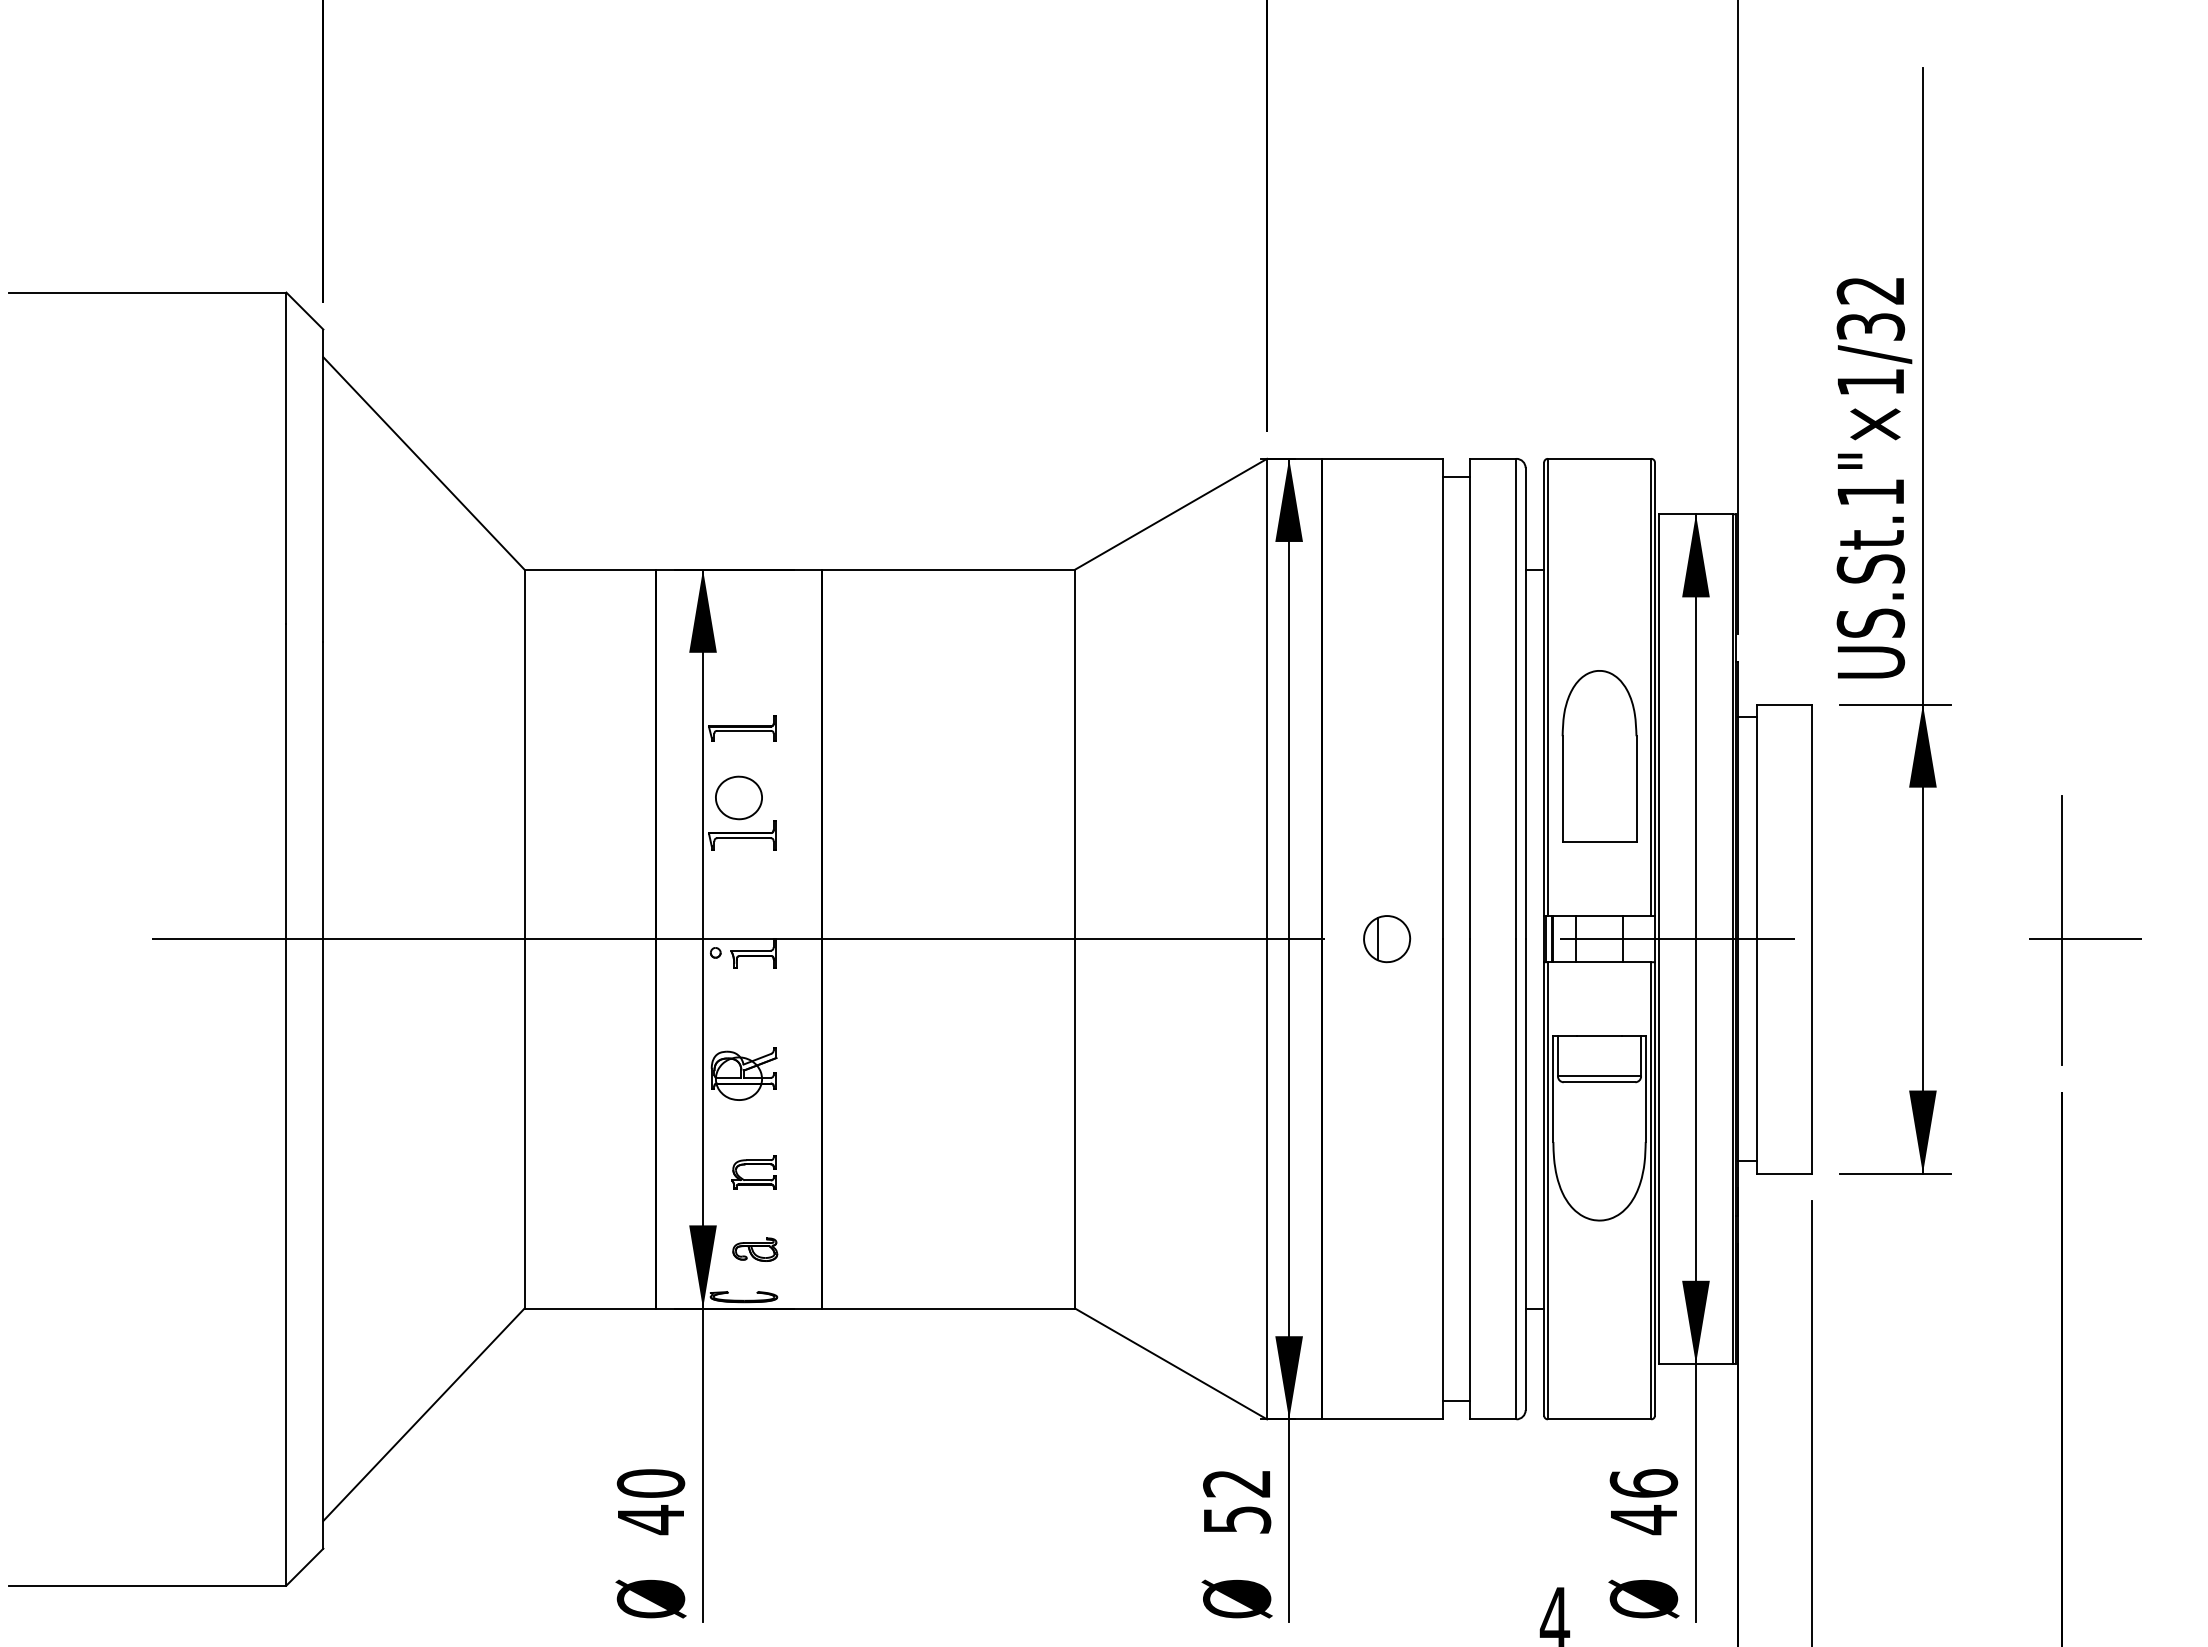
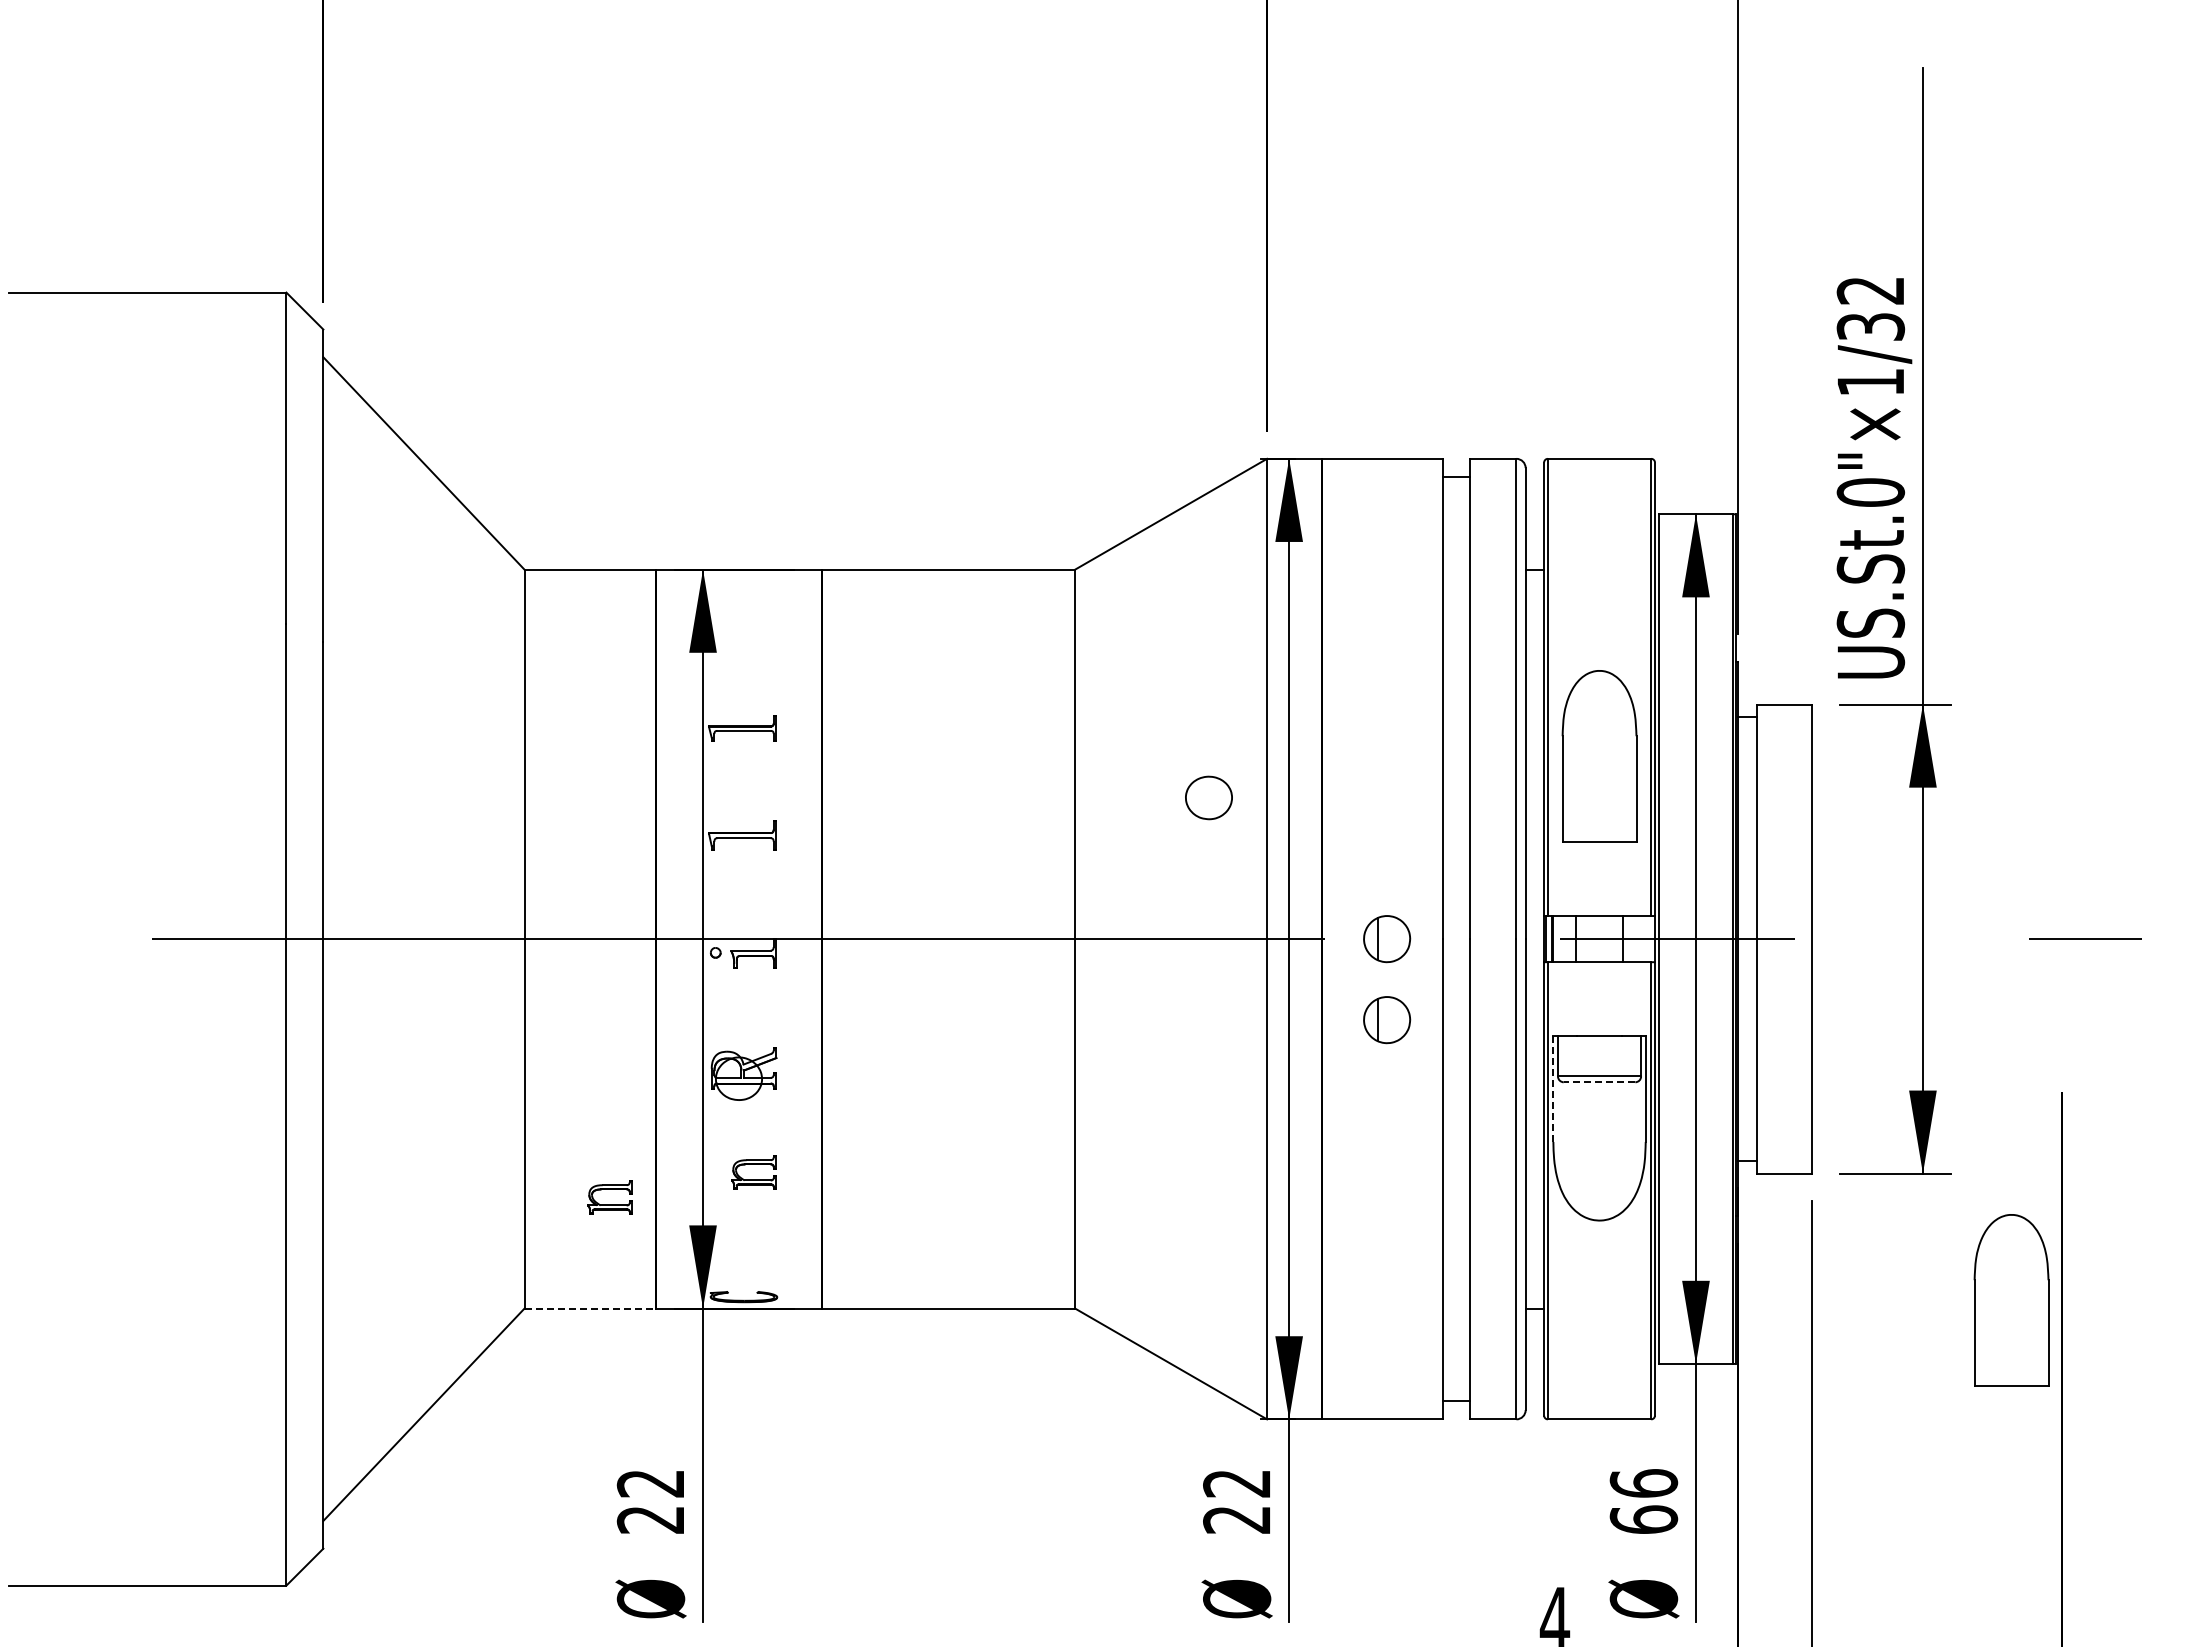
text at (1870, 492): US.St.1"×1/32 -> US.St.0"×1/32
part at (738, 797) position: (738, 797) -> (1208, 797)
line at (2061, 930): present -> none
part at (1387, 1020): none -> present
line at (1599, 1082): solid -> dashed
line at (1553, 1089): solid -> dashed
part at (609, 1204): none -> present
part at (755, 1249): present -> none
part at (2011, 1300): none -> present
line at (590, 1308): solid -> dashed
text at (650, 1502): 40 -> 22
text at (1237, 1519): 52 -> 22
text at (1643, 1520): 46 -> 66
